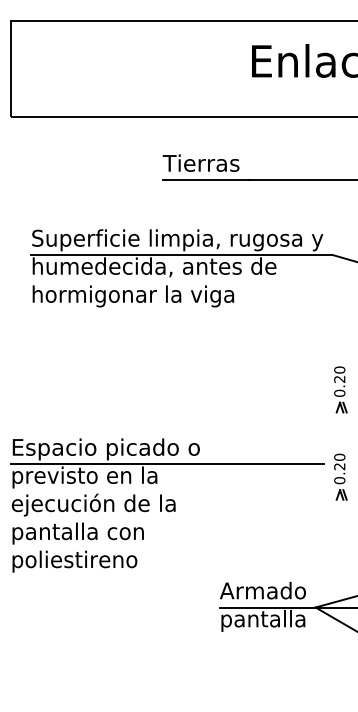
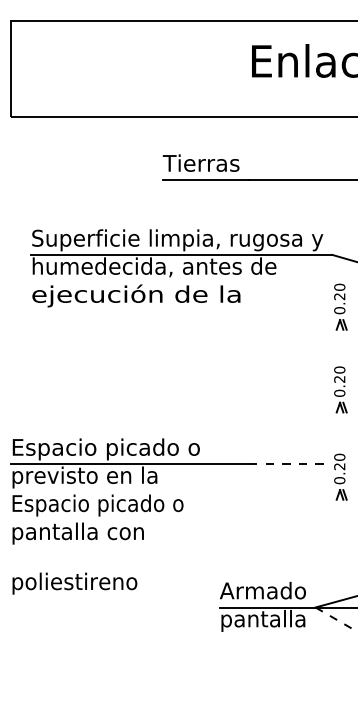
text at (136, 295): hormigonar la viga -> ejecución de la
part at (340, 306): none -> present
line at (286, 464): solid -> dashed
text at (97, 504): ejecución de la -> Espacio picado o
text at (74, 561) position: (74, 561) -> (74, 583)
line at (337, 620): solid -> dashed
